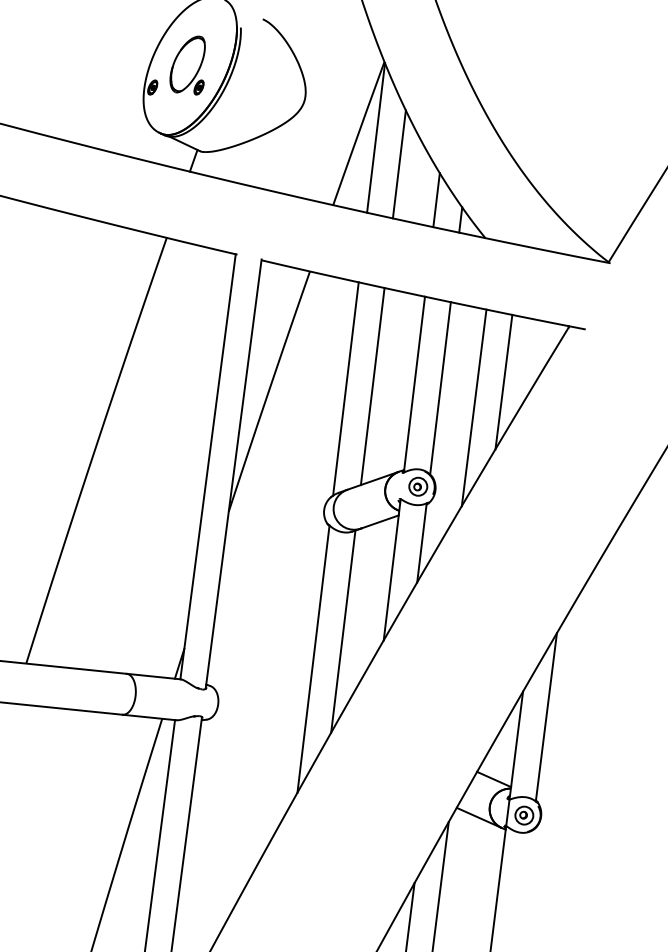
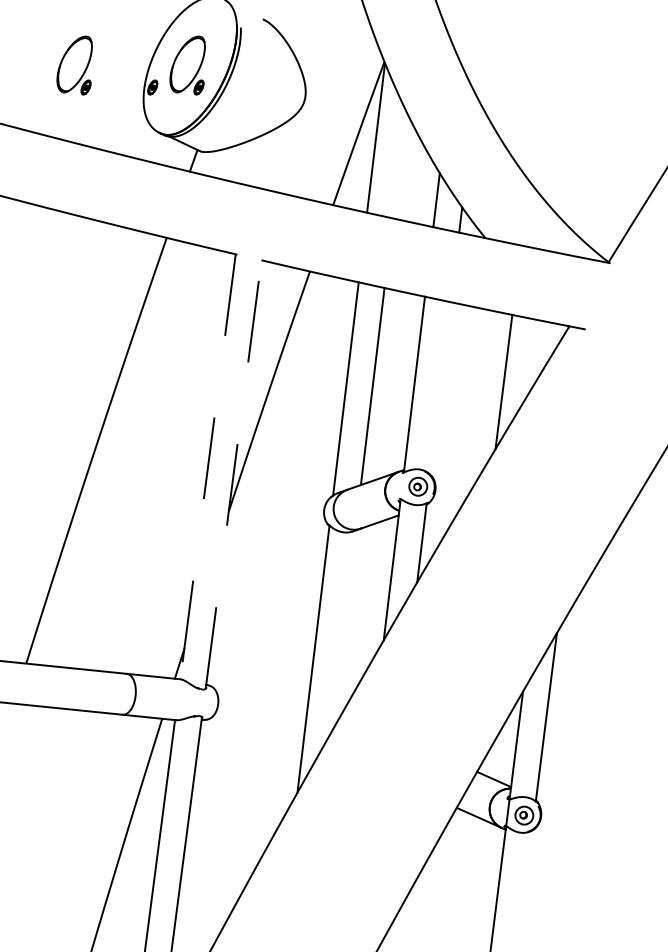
part at (74, 65): none -> present
line at (398, 164): present -> none
line at (440, 388): present -> none
line at (473, 407): present -> none
line at (208, 467): solid -> dashed
line at (233, 473): solid -> dashed
line at (343, 631): present -> none
line at (440, 885): present -> none
line at (410, 915): present -> none
